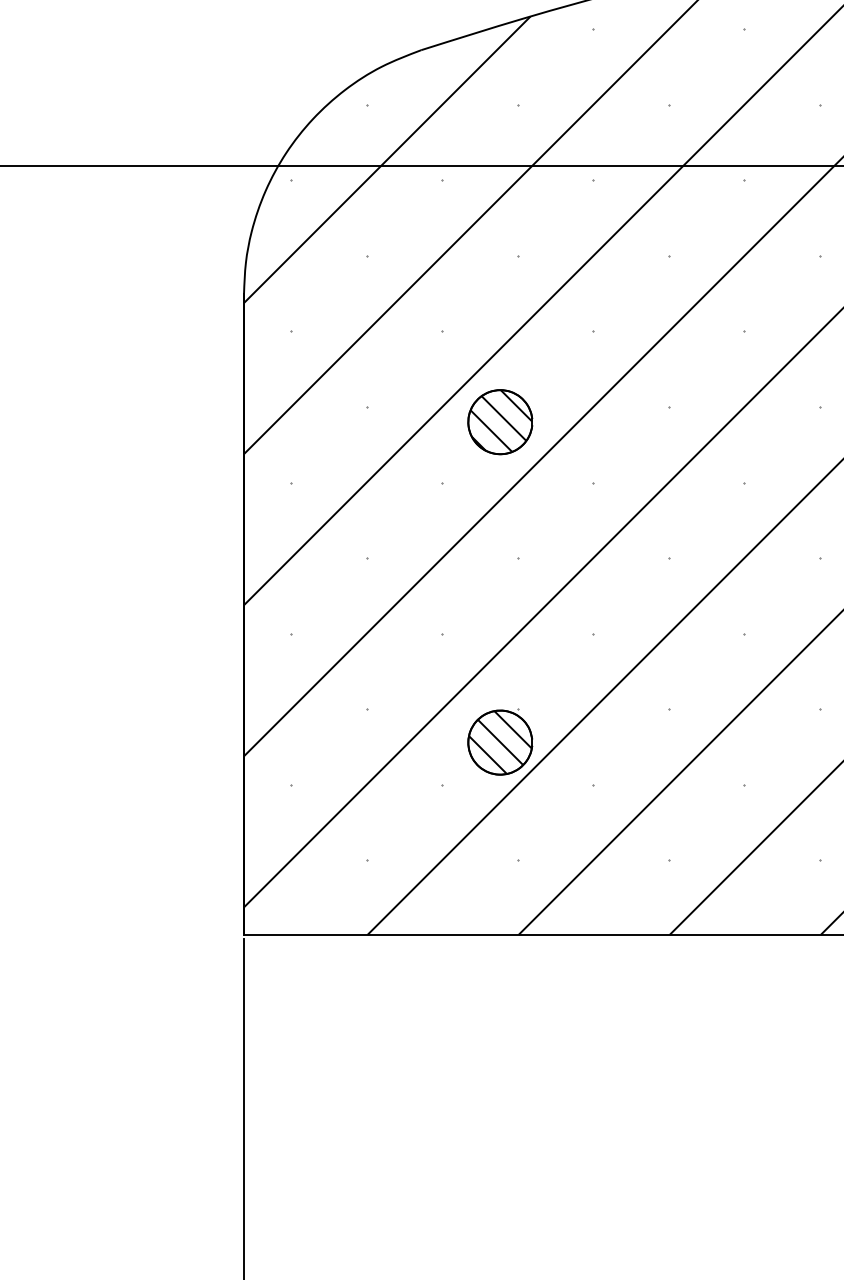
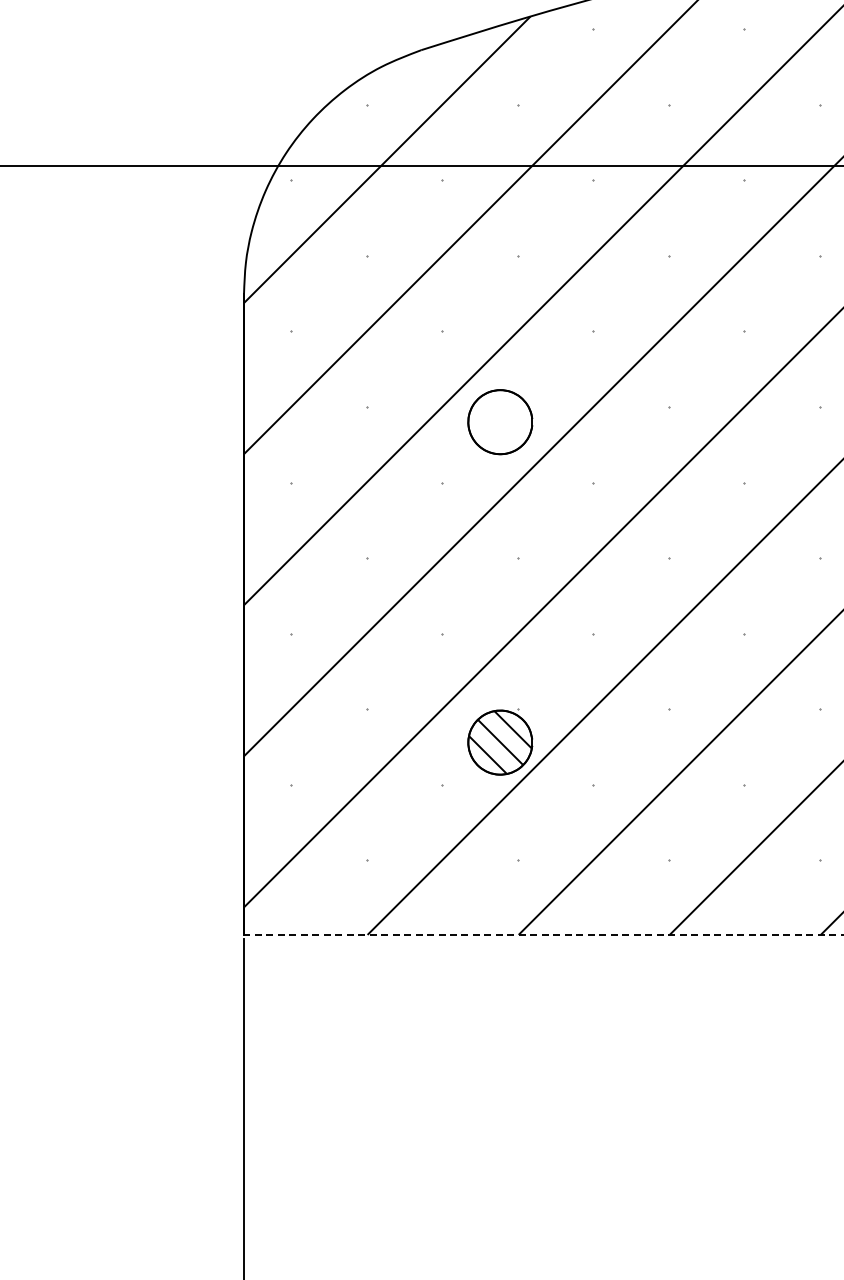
hatch at (501, 420): present -> none
line at (543, 934): solid -> dashed
